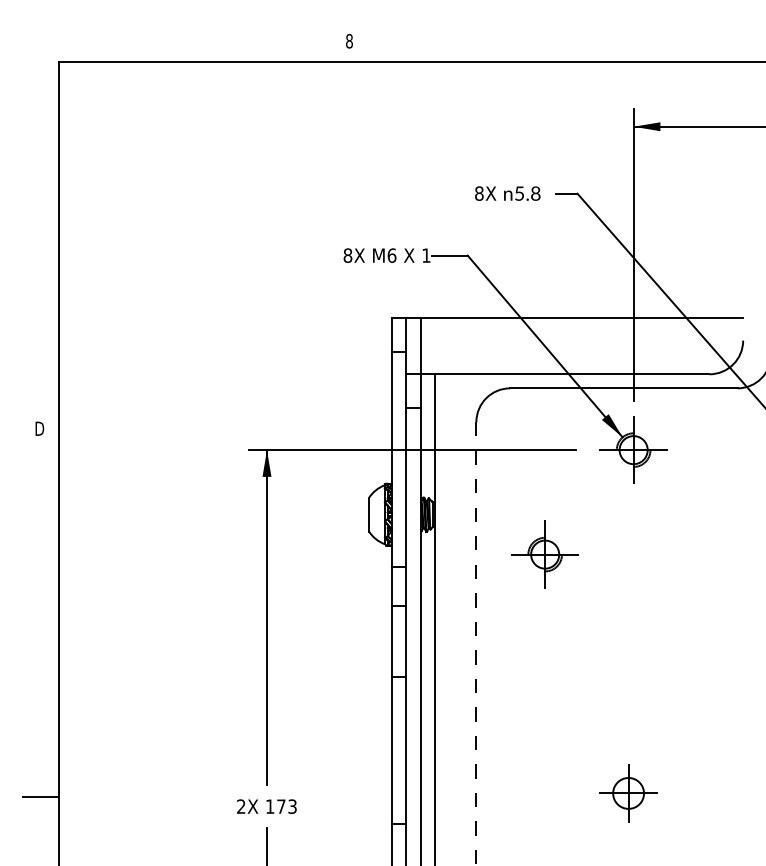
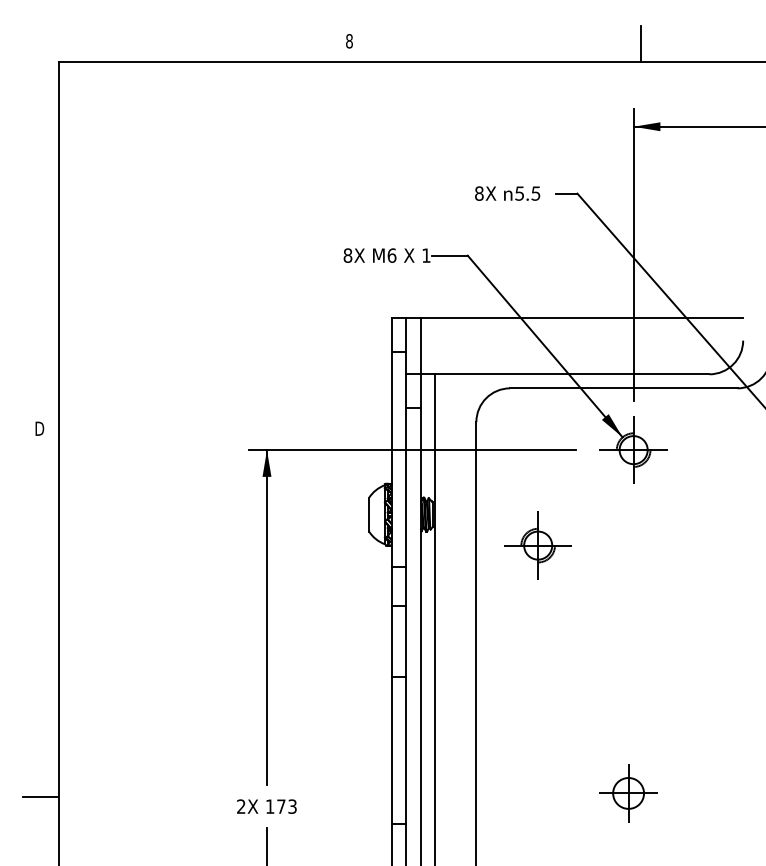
line at (640, 43): none -> present
text at (535, 193): 5.8 -> 5.5
part at (544, 554) position: (544, 554) -> (537, 545)
line at (476, 644): dashed -> solid
